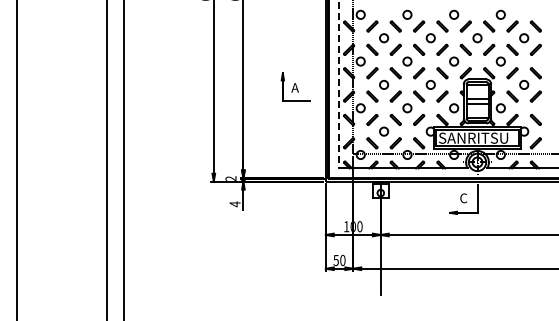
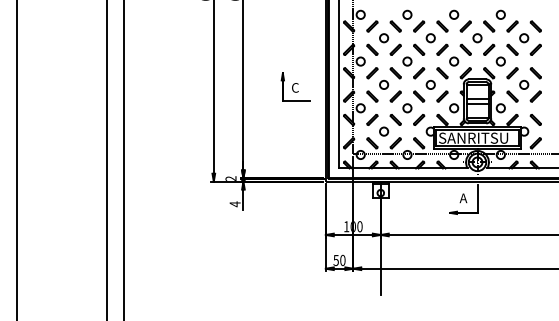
line at (339, 84): dashed -> solid
text at (294, 87): A -> C
text at (463, 198): C -> A
